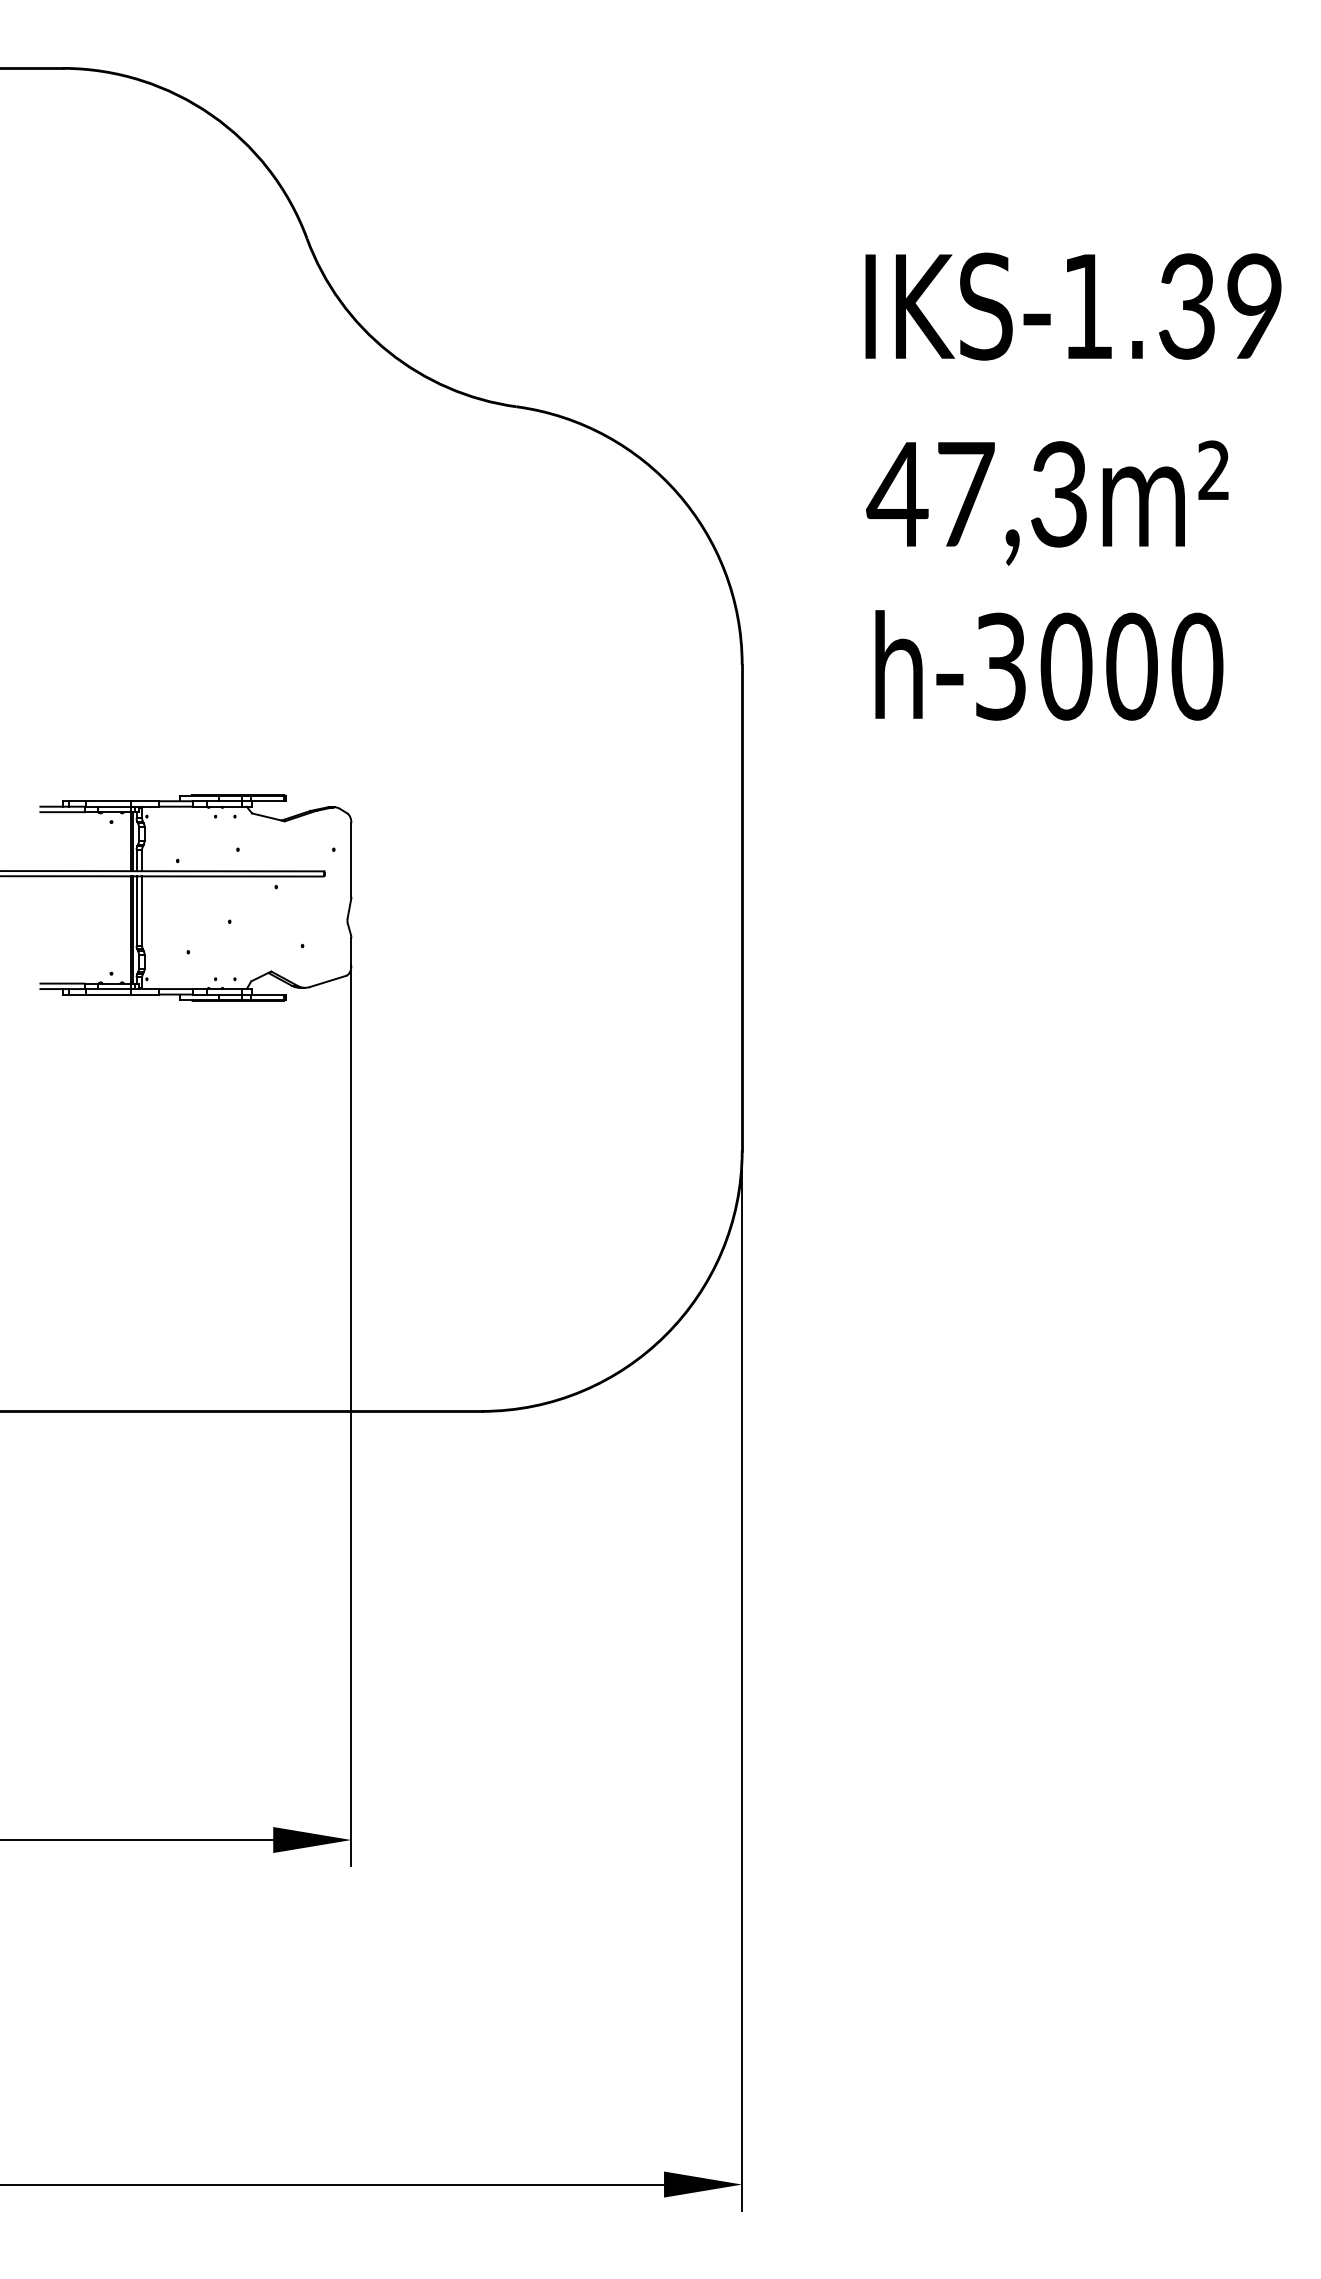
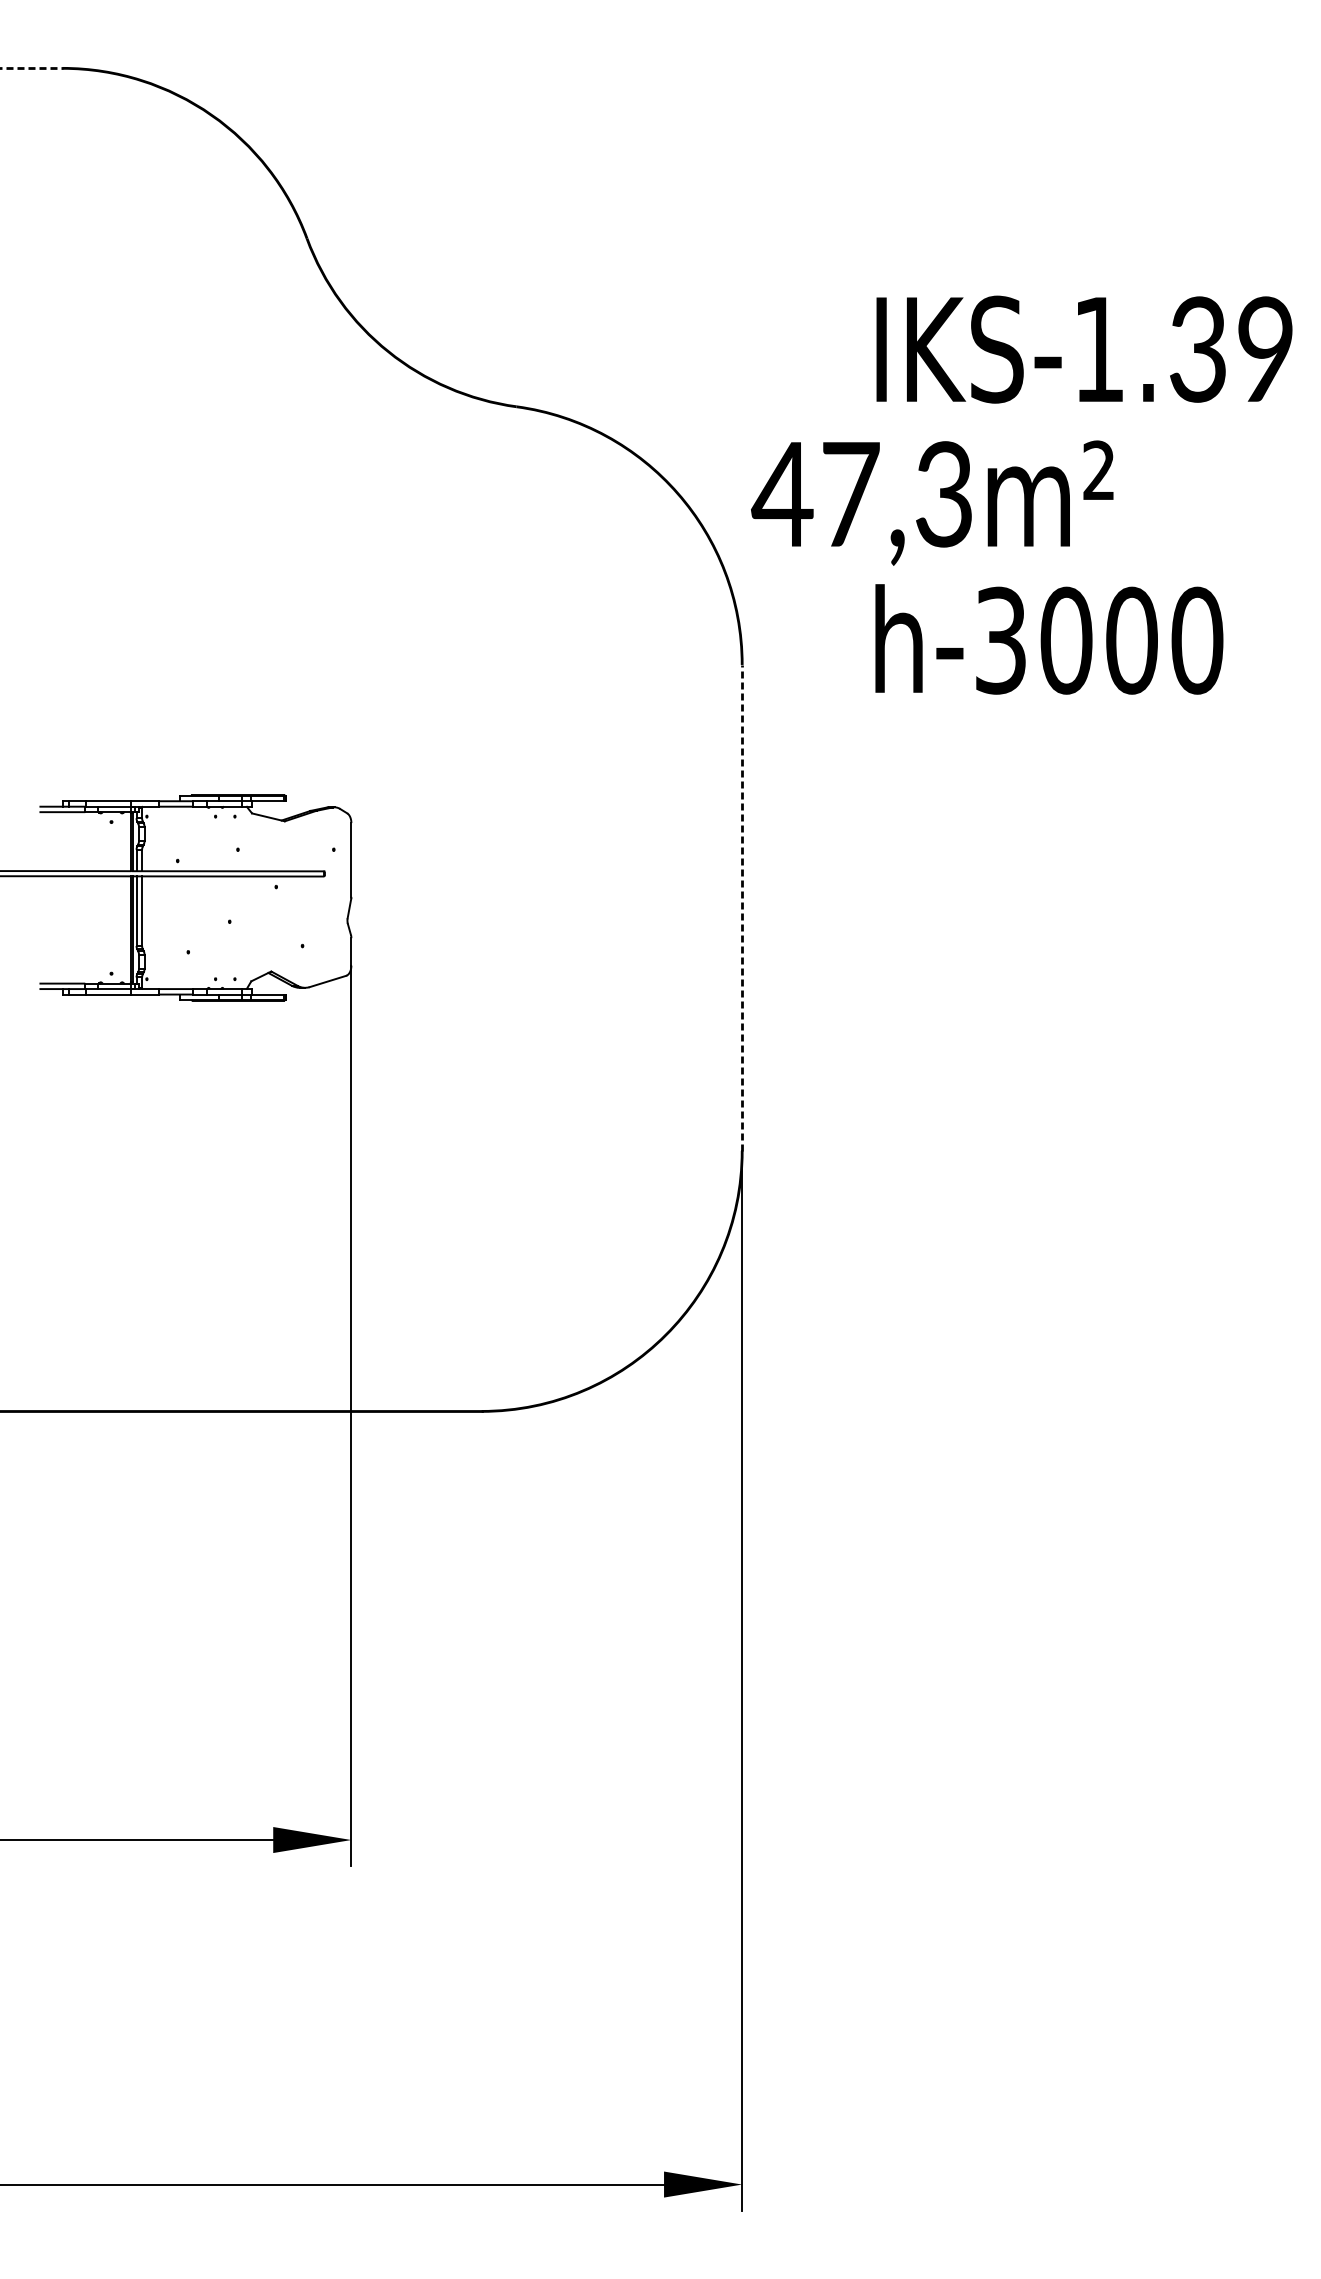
line at (31, 68): solid -> dashed
text at (1073, 306) position: (1073, 306) -> (1084, 349)
text at (1047, 502) position: (1047, 502) -> (932, 502)
text at (1049, 665) position: (1049, 665) -> (1049, 639)
line at (742, 907): solid -> dashed
